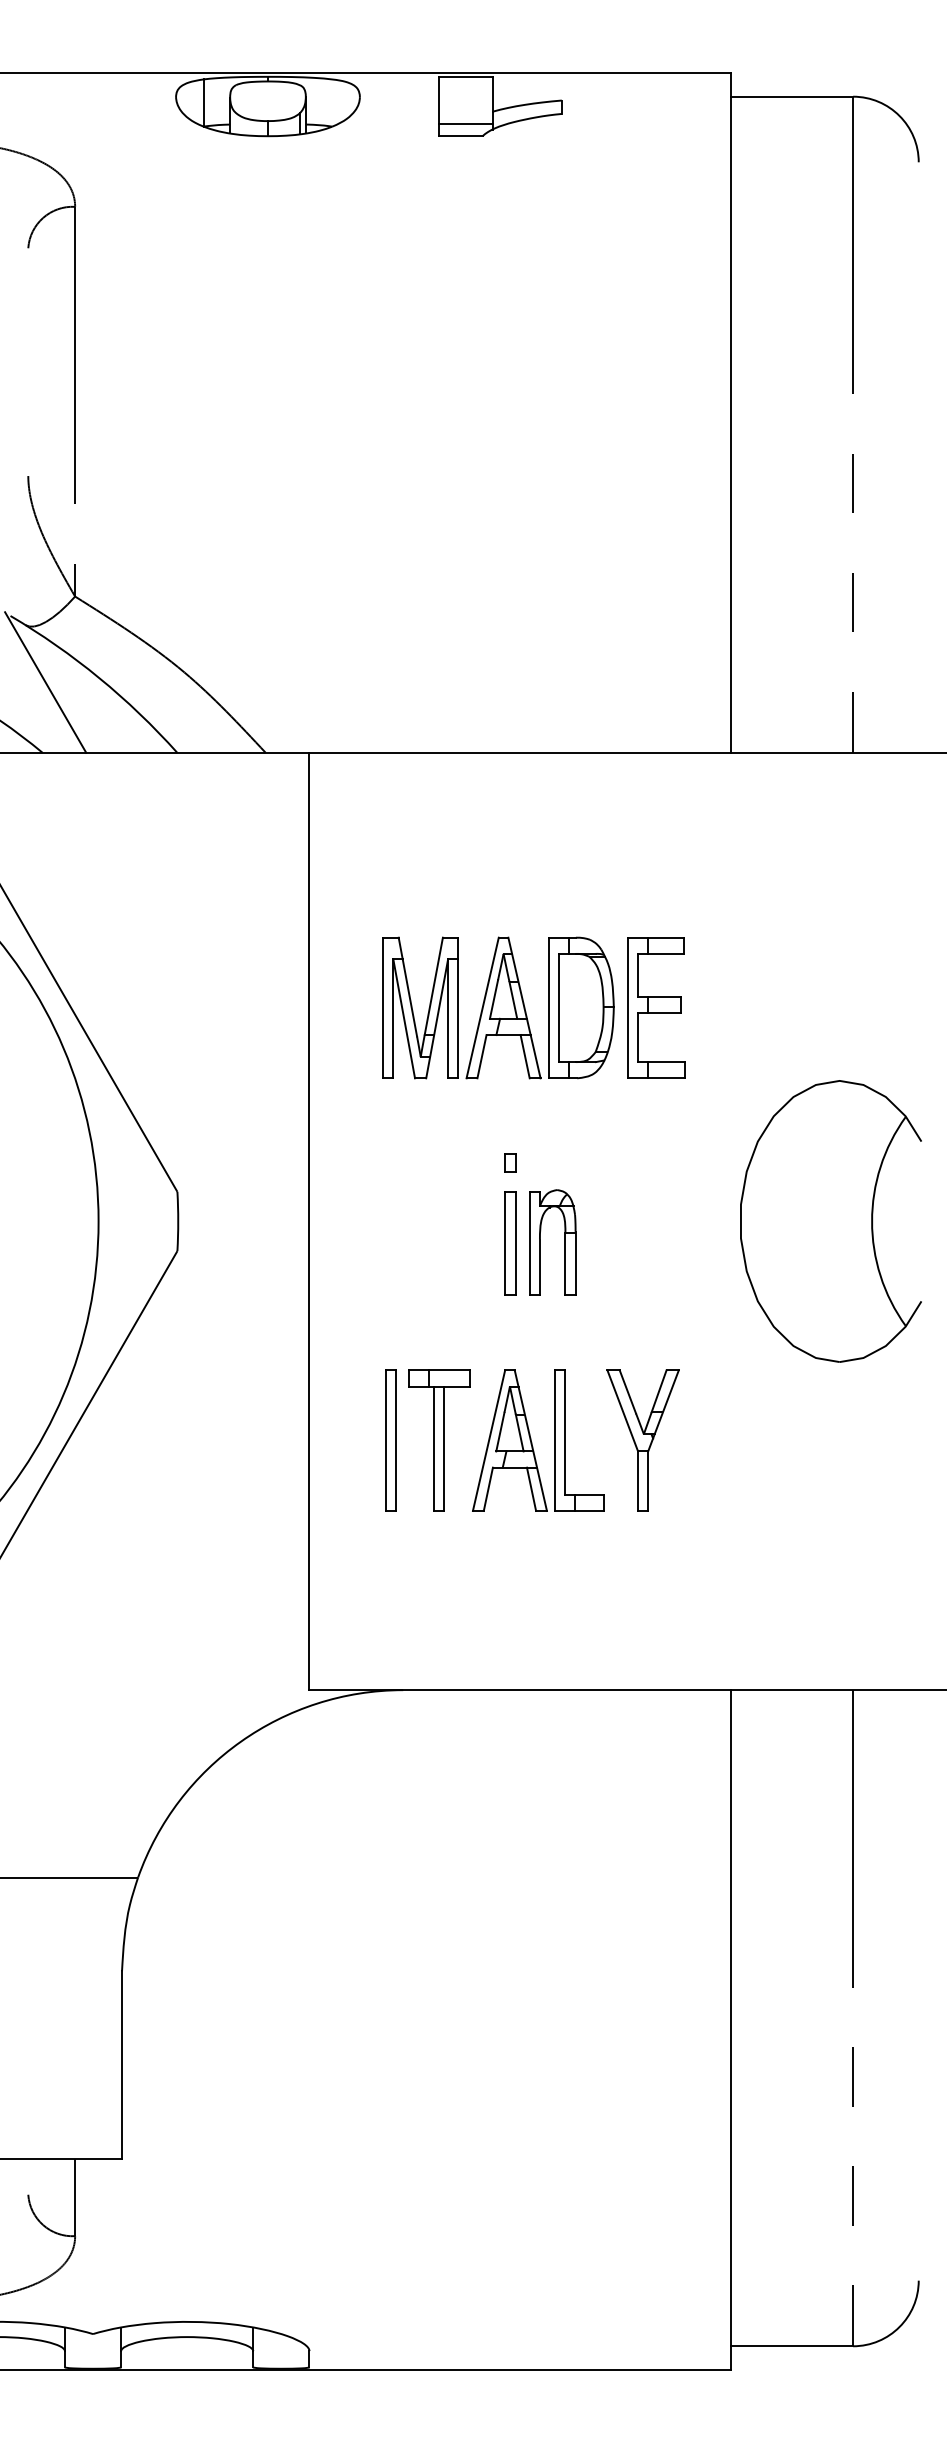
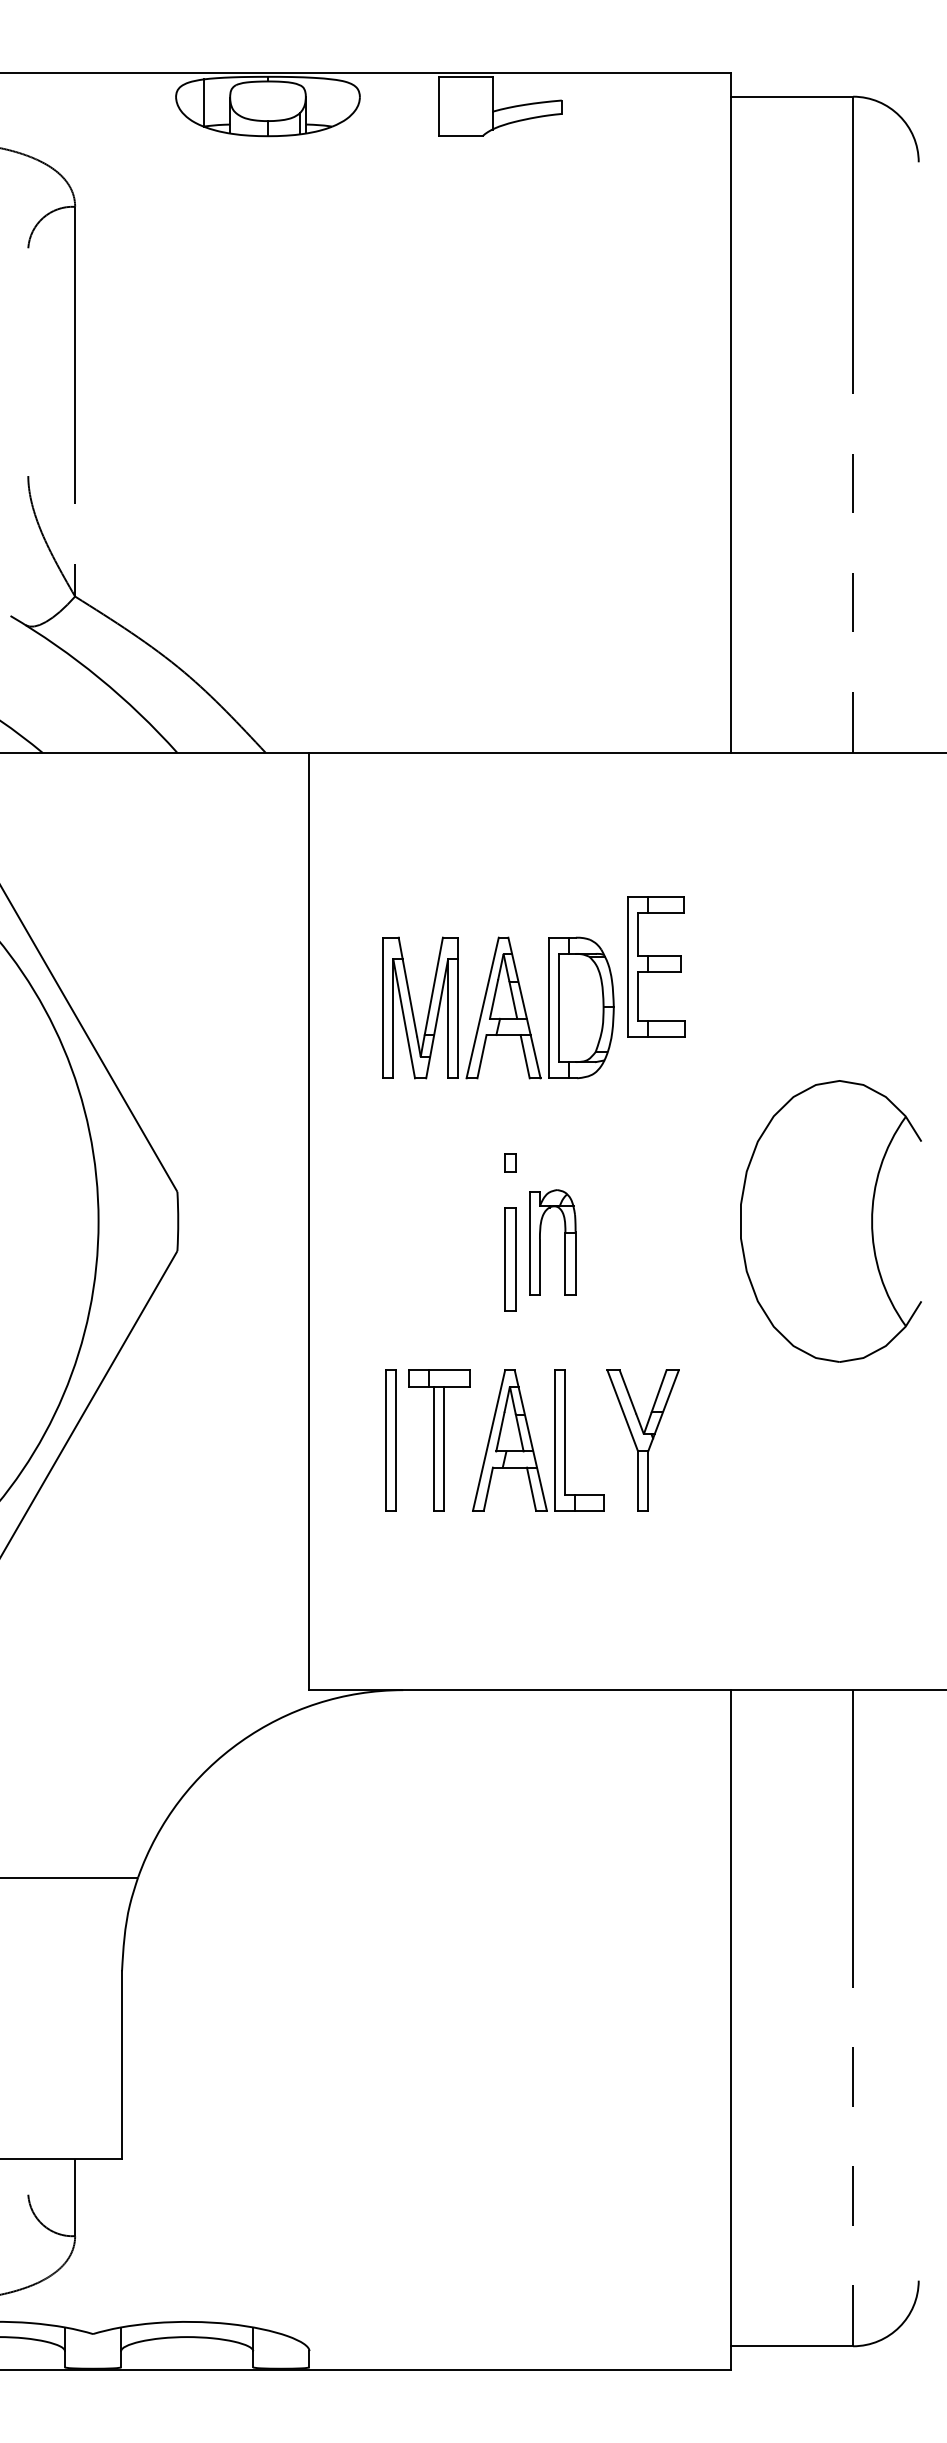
line at (466, 124): present -> none
line at (45, 682): present -> none
part at (656, 1007) position: (656, 1007) -> (656, 966)
part at (510, 1243) position: (510, 1243) -> (510, 1259)
